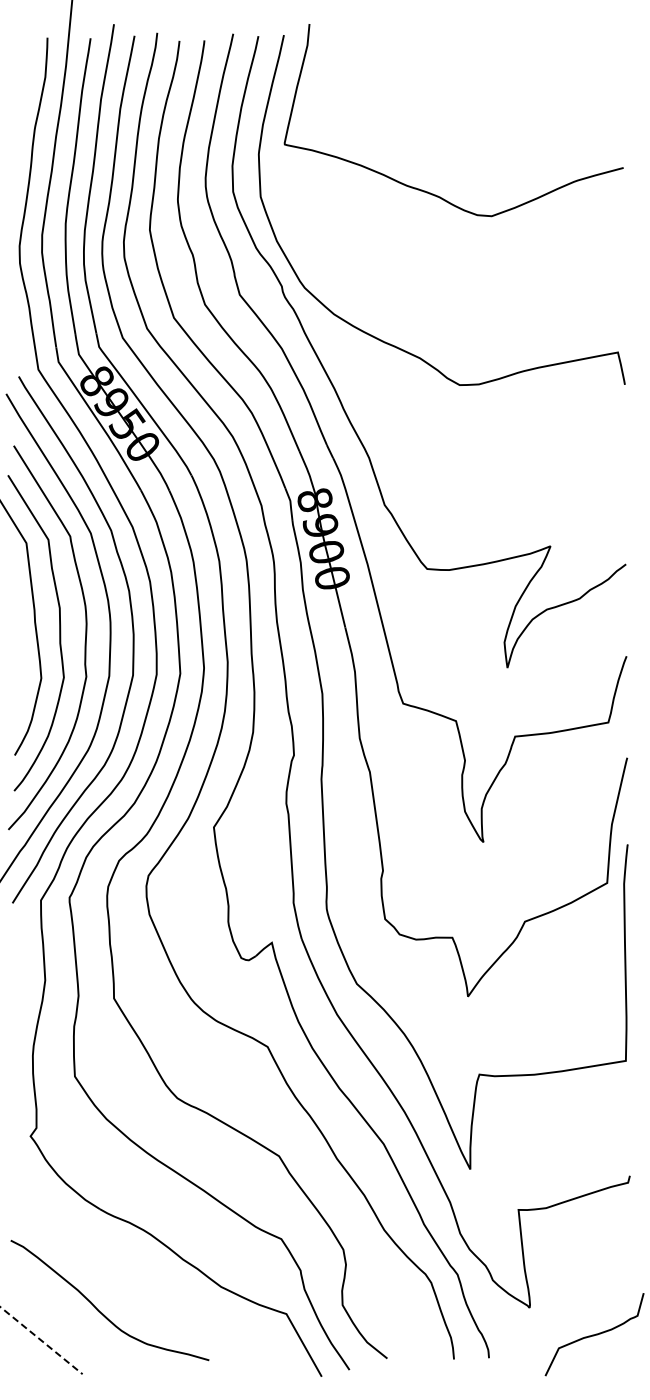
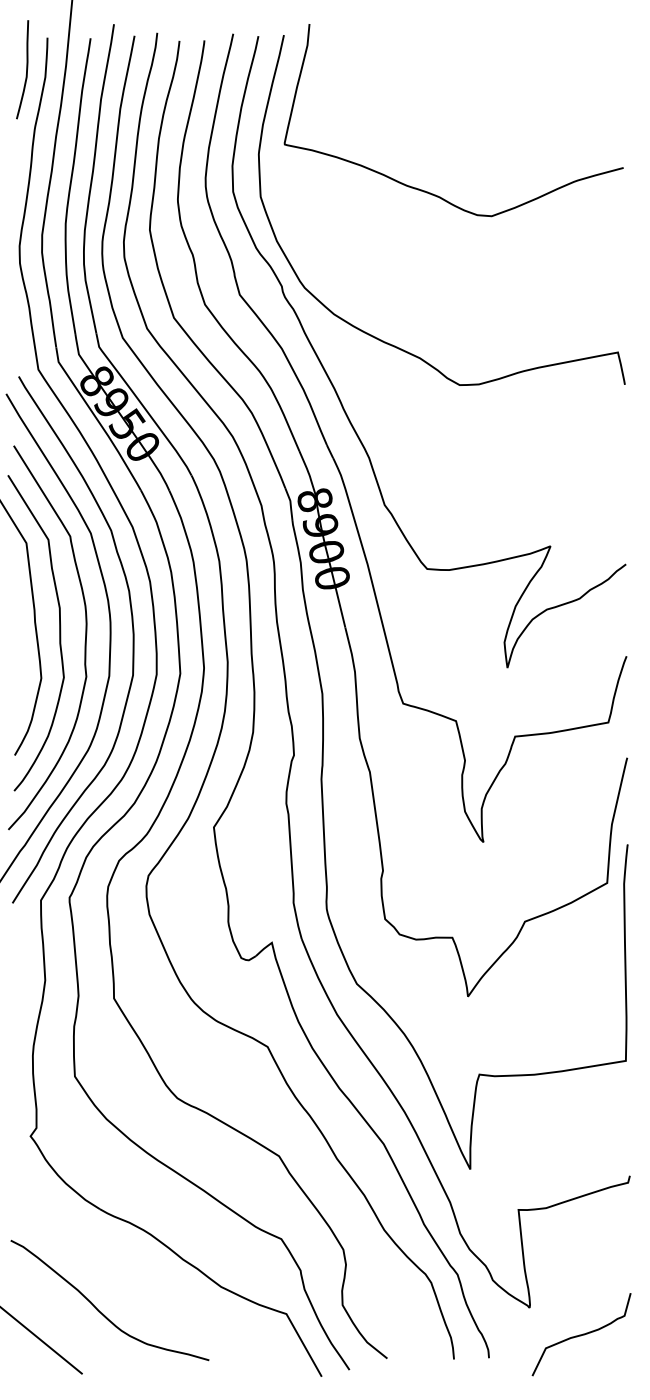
curve at (26, 69): none -> present
curve at (594, 1334) position: (594, 1334) -> (581, 1334)
line at (41, 1340): dashed -> solid
